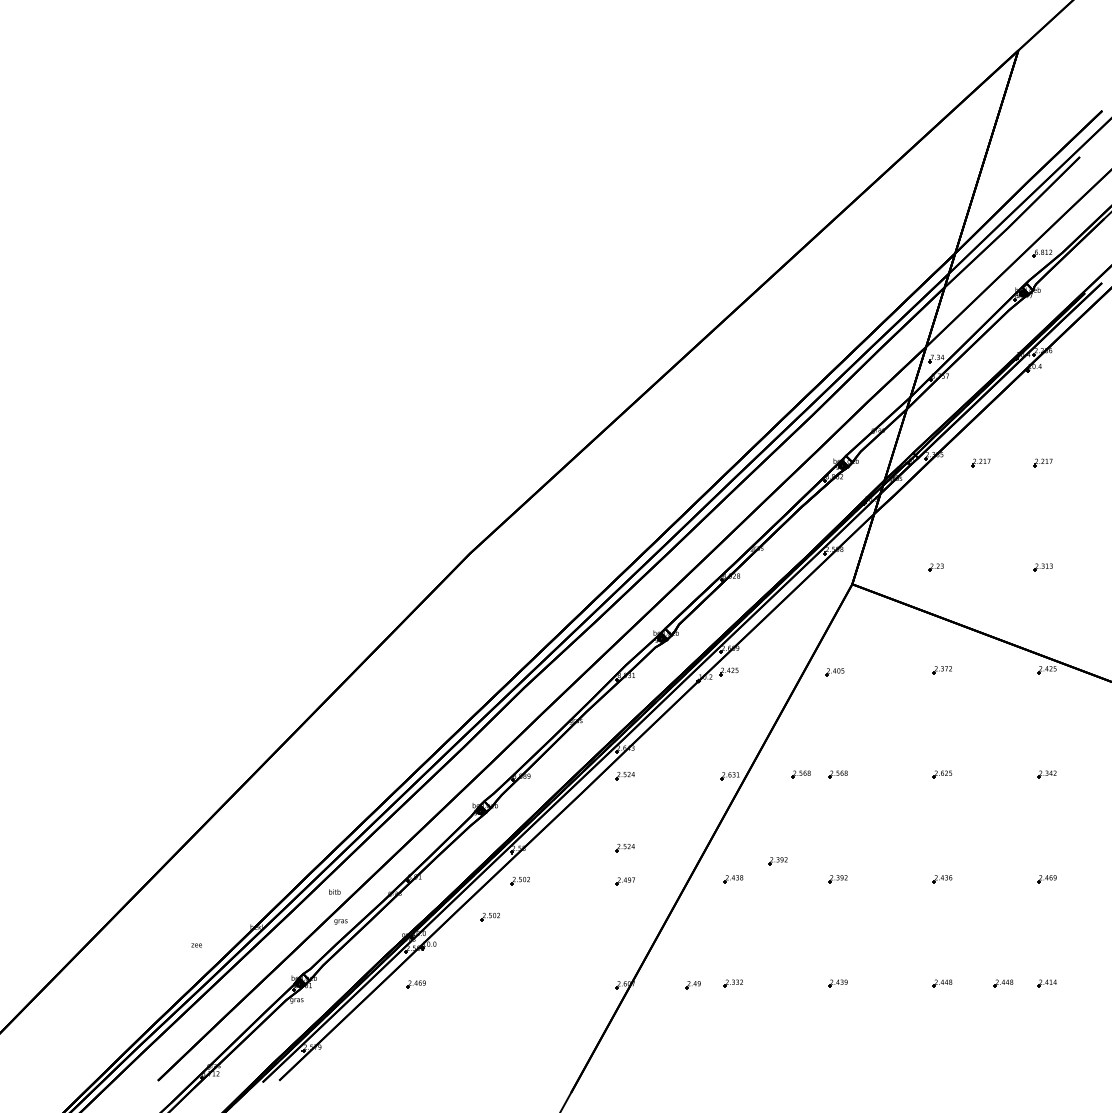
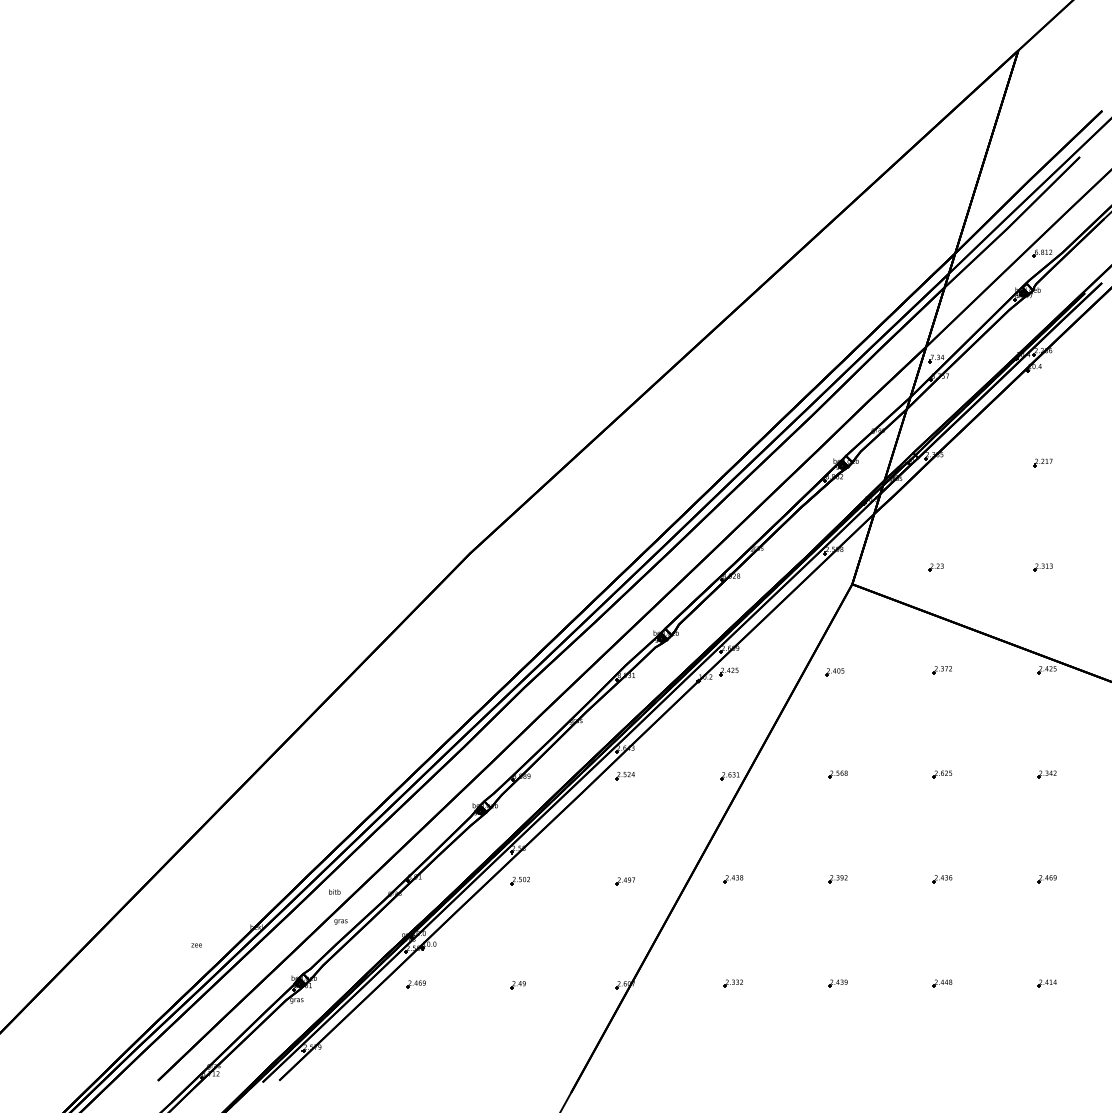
part at (980, 462): present -> none
part at (800, 774): present -> none
part at (624, 847): present -> none
part at (777, 861): present -> none
part at (489, 916): present -> none
part at (1003, 983): present -> none
part at (692, 985) position: (692, 985) -> (517, 985)
